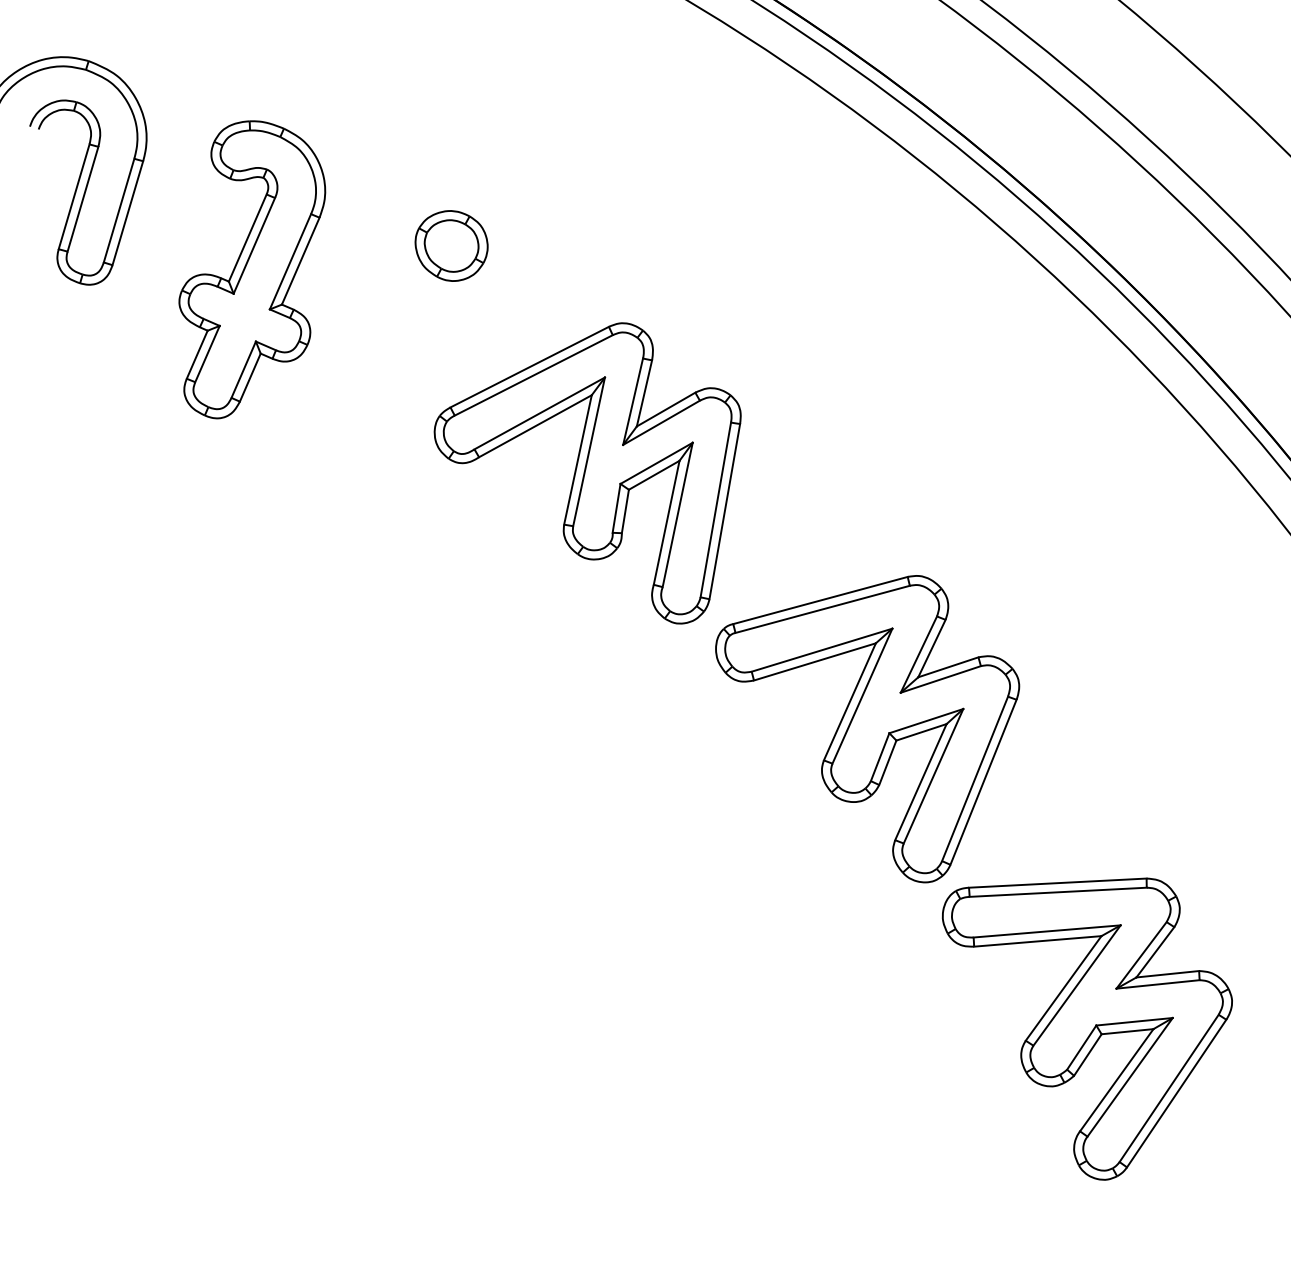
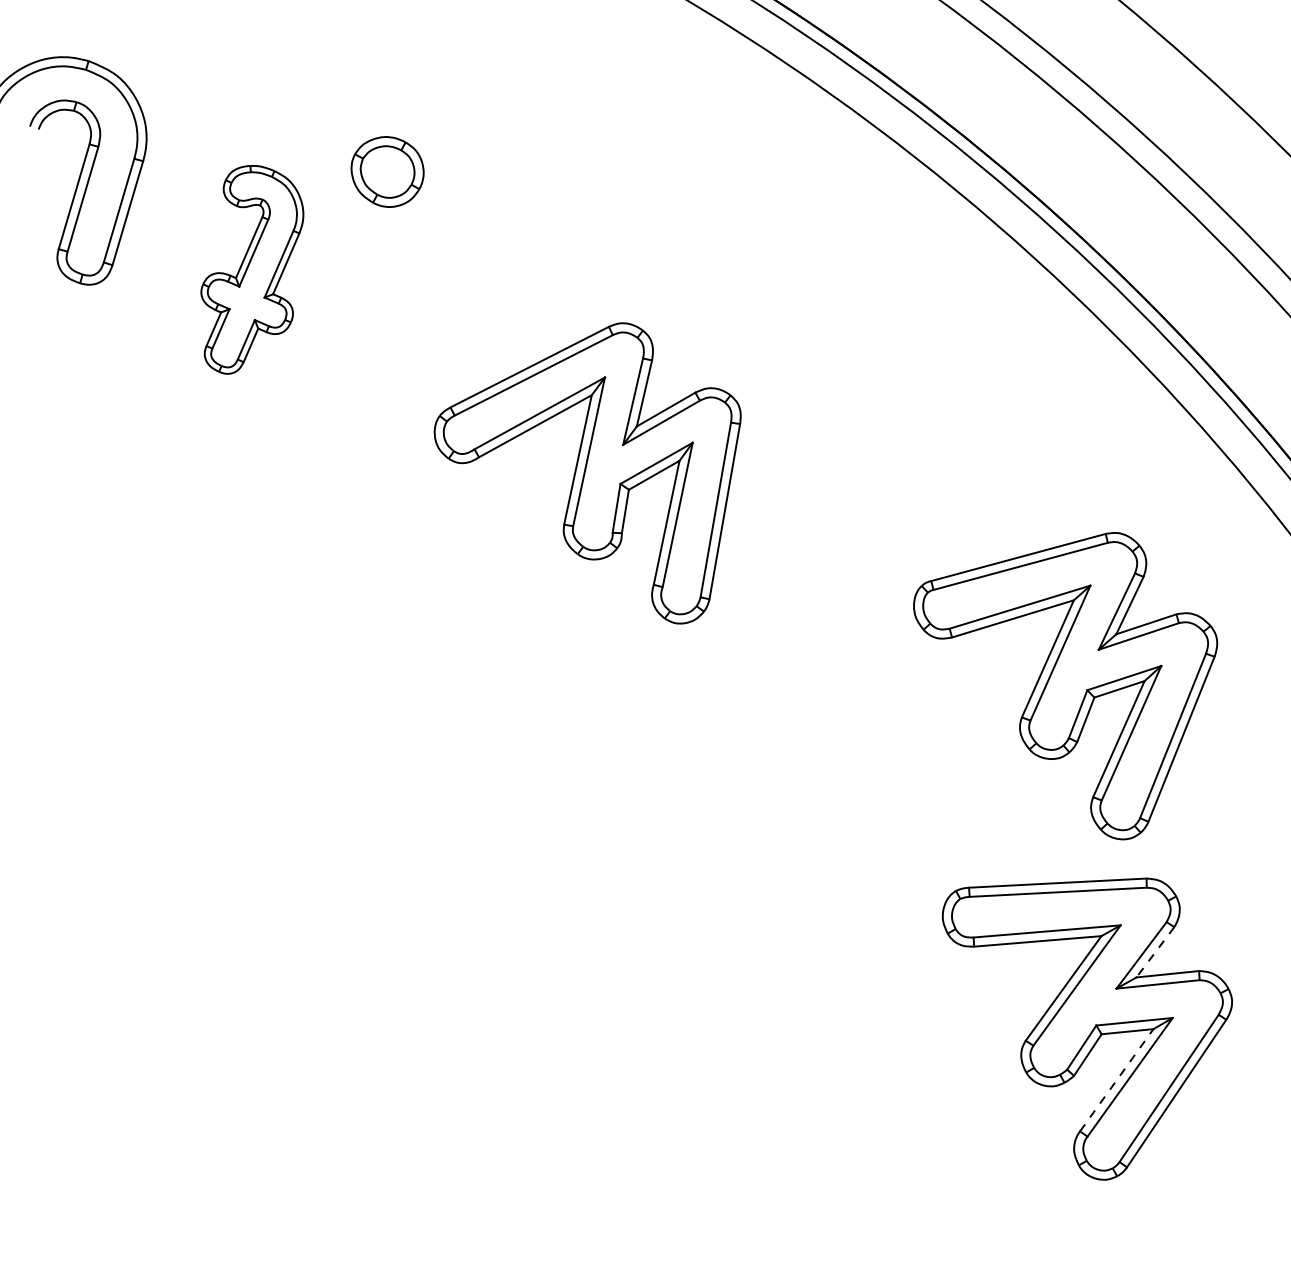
part at (451, 245) position: (451, 245) -> (387, 171)
part at (252, 269) size: 149x300 px -> 105x210 px
part at (867, 729) position: (867, 729) -> (1065, 686)
line at (1155, 952): solid -> dashed
line at (1116, 1080): solid -> dashed
